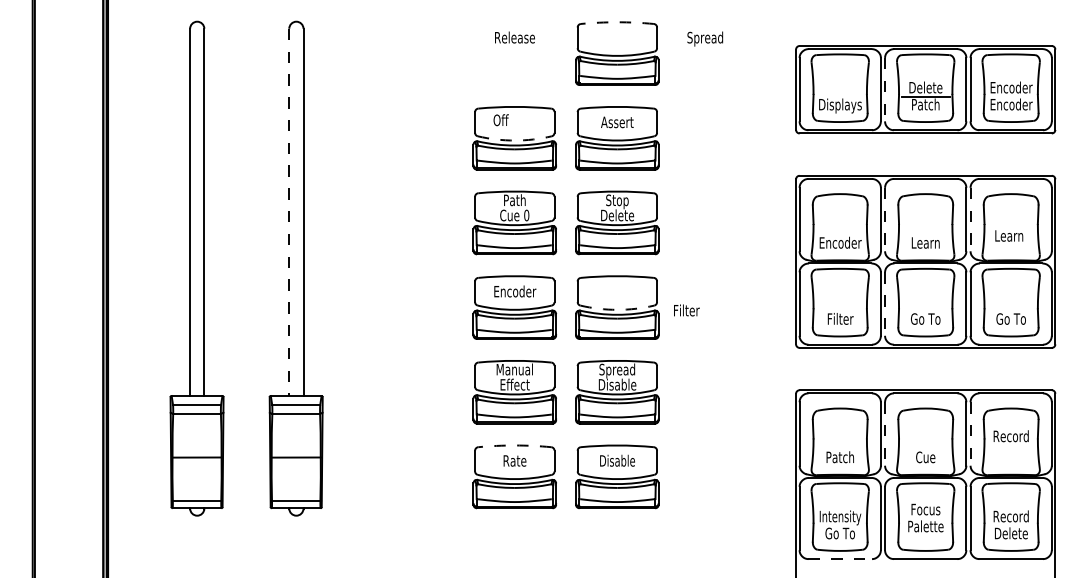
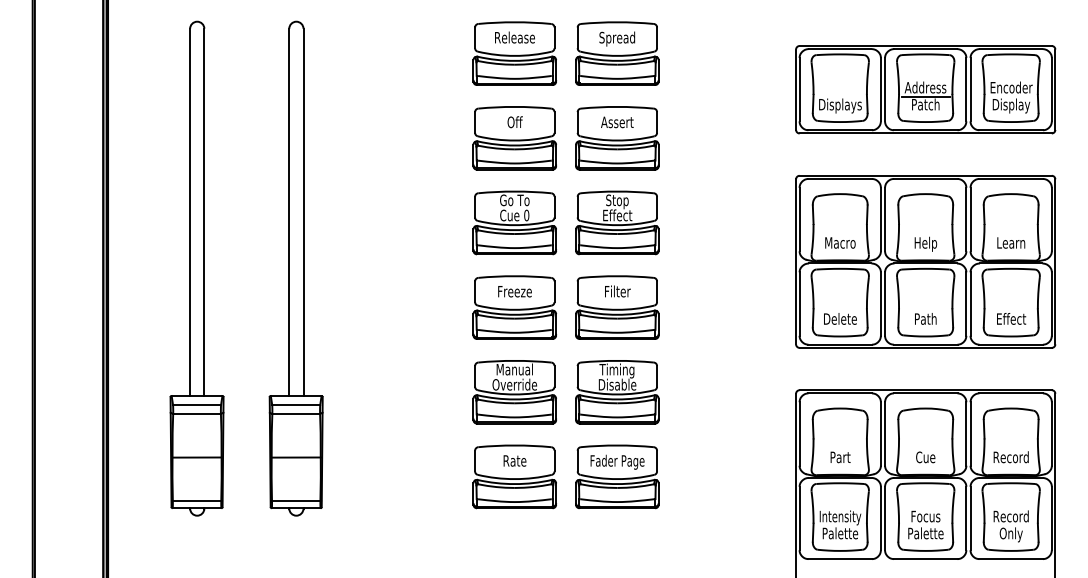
arc at (617, 22): dashed -> solid
text at (705, 38) position: (705, 38) -> (617, 38)
part at (514, 53): none -> present
text at (925, 87): Delete -> Address
line at (885, 89): dashed -> solid
text at (1011, 105): Encoder -> Display
text at (500, 120) position: (500, 120) -> (514, 122)
arc at (514, 140): dashed -> solid
text at (514, 200): Path -> Go To
line at (289, 212): dashed -> solid
text at (617, 215): Delete -> Effect
line at (885, 219): dashed -> solid
line at (970, 219): dashed -> solid
text at (1009, 235) position: (1009, 235) -> (1011, 242)
text at (840, 242): Encoder -> Macro
text at (925, 243): Learn -> Help
text at (515, 291): Encoder -> Freeze
line at (885, 304): dashed -> solid
arc at (617, 309): dashed -> solid
text at (686, 310) position: (686, 310) -> (617, 291)
text at (840, 318): Filter -> Delete
text at (925, 318): Go To -> Path
text at (1011, 318): Go To -> Effect
text at (617, 370): Spread -> Timing
text at (514, 384): Effect -> Override
line at (885, 434): dashed -> solid
line at (970, 434): dashed -> solid
text at (1010, 436) position: (1010, 436) -> (1010, 457)
arc at (514, 445): dashed -> solid
text at (839, 457): Patch -> Part
text at (617, 461): Disable -> Fader Page
text at (925, 517) position: (925, 517) -> (925, 524)
text at (840, 533): Go To -> Palette
text at (1011, 534): Delete -> Only
line at (840, 559): dashed -> solid
